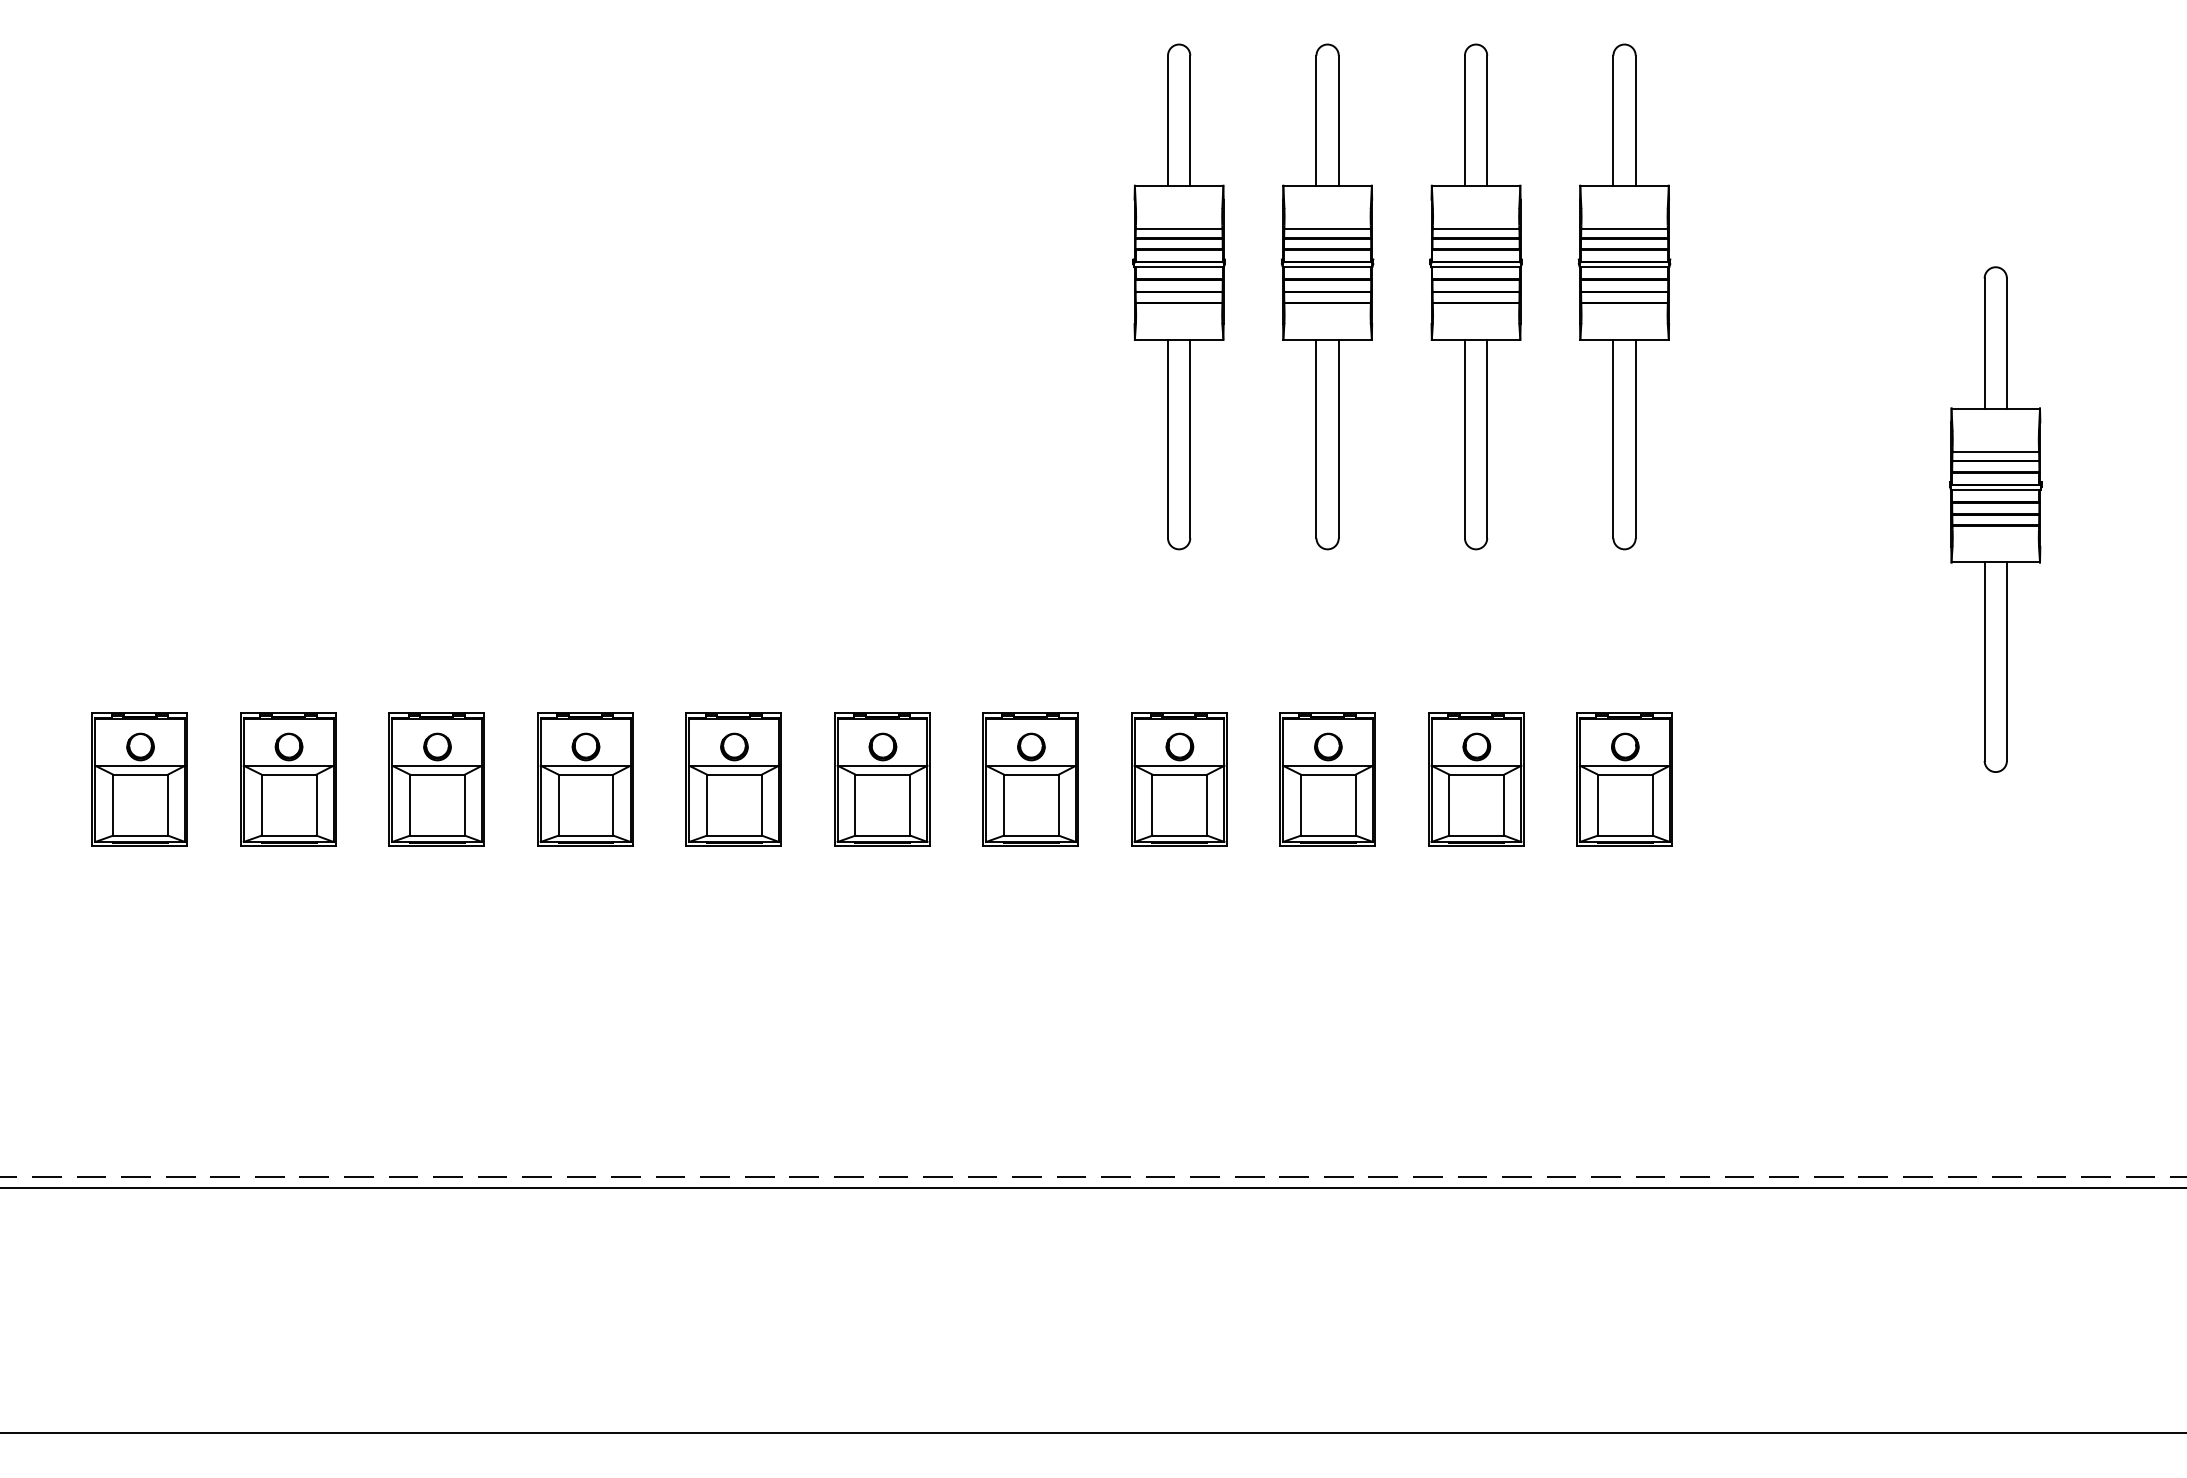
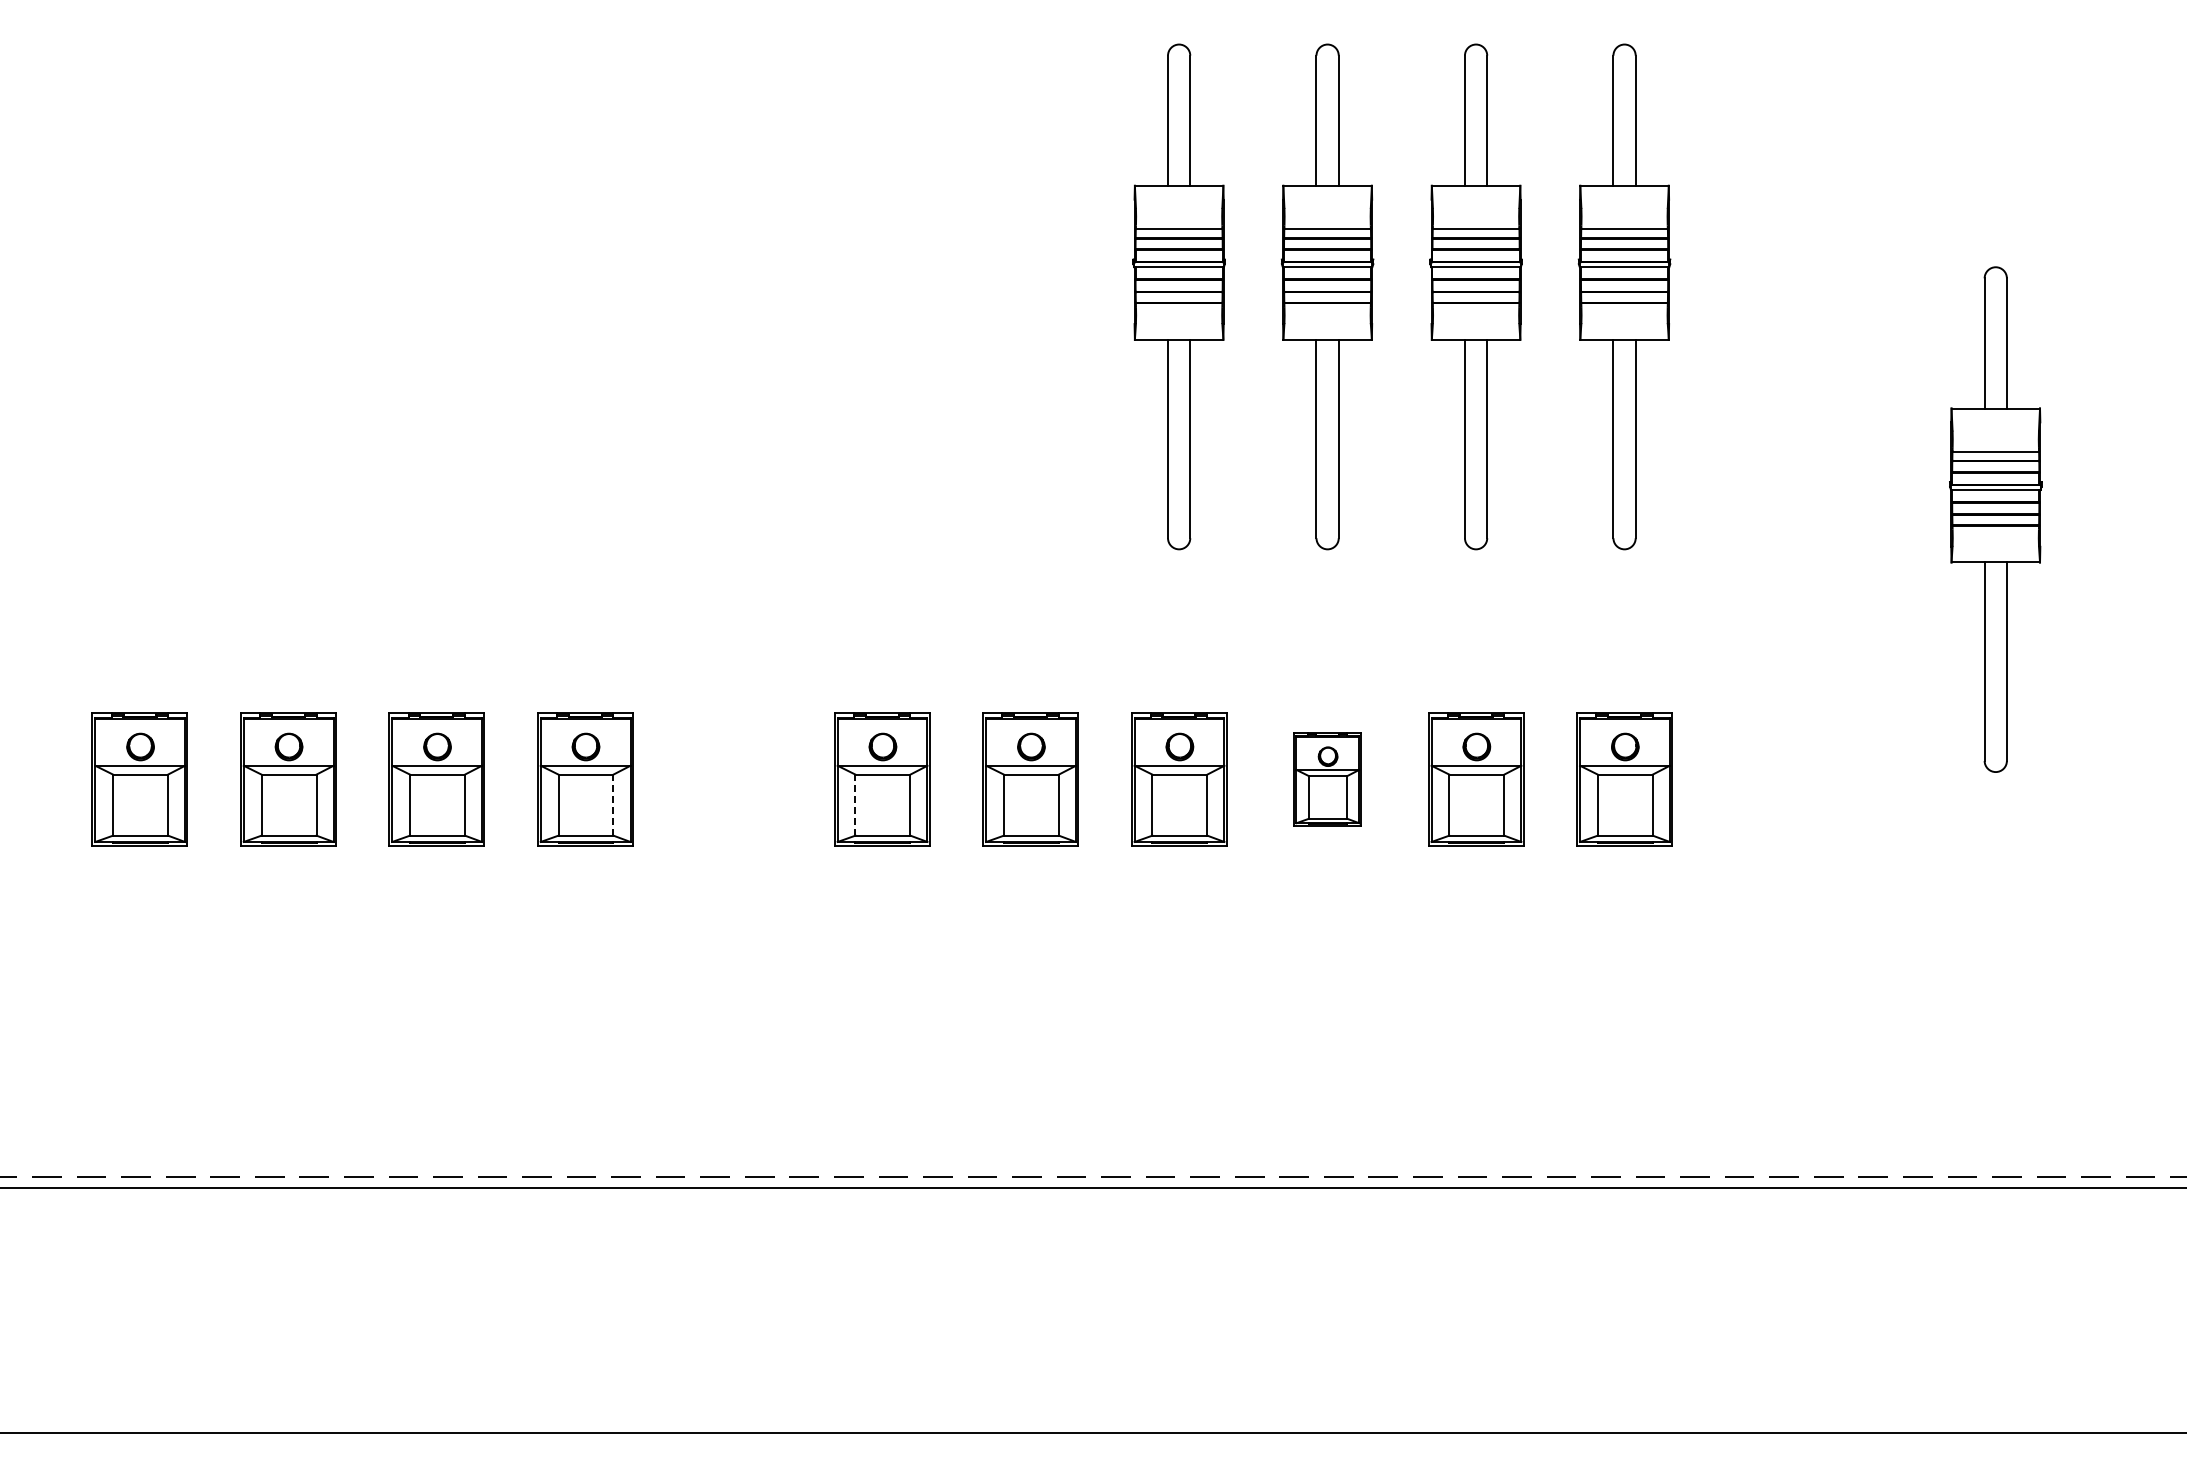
part at (733, 779): present -> none
part at (1327, 779) size: 97x135 px -> 69x95 px
line at (613, 805): solid -> dashed
line at (855, 805): solid -> dashed
